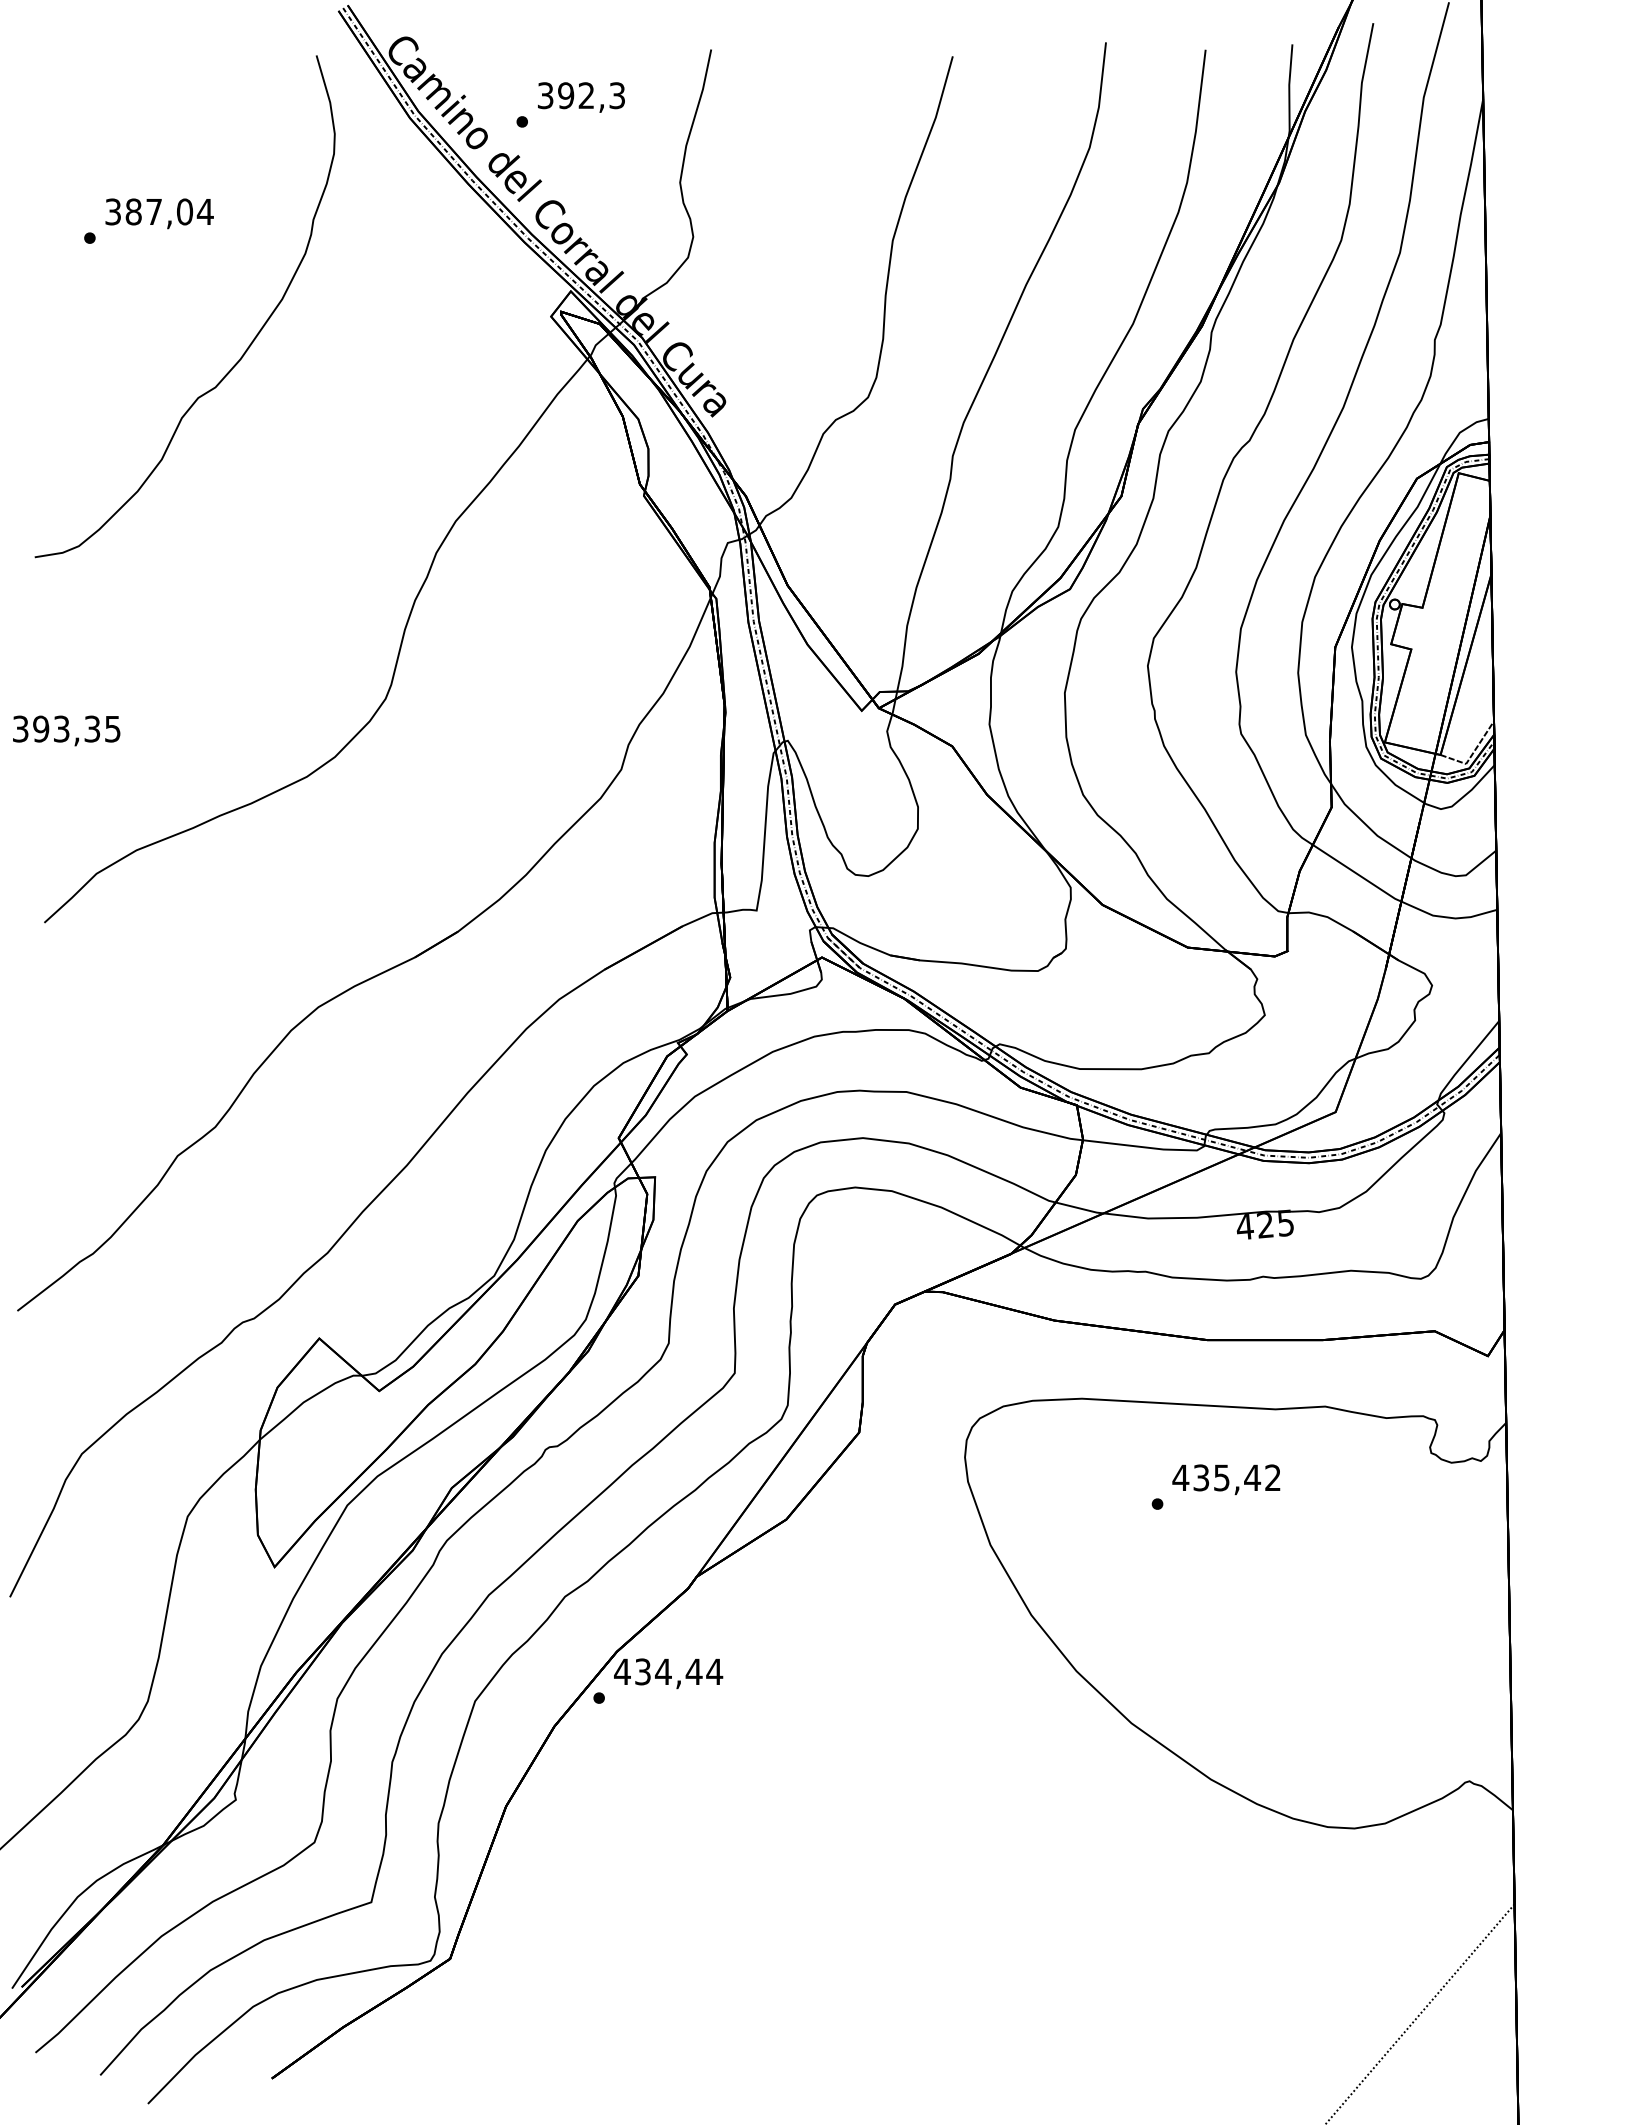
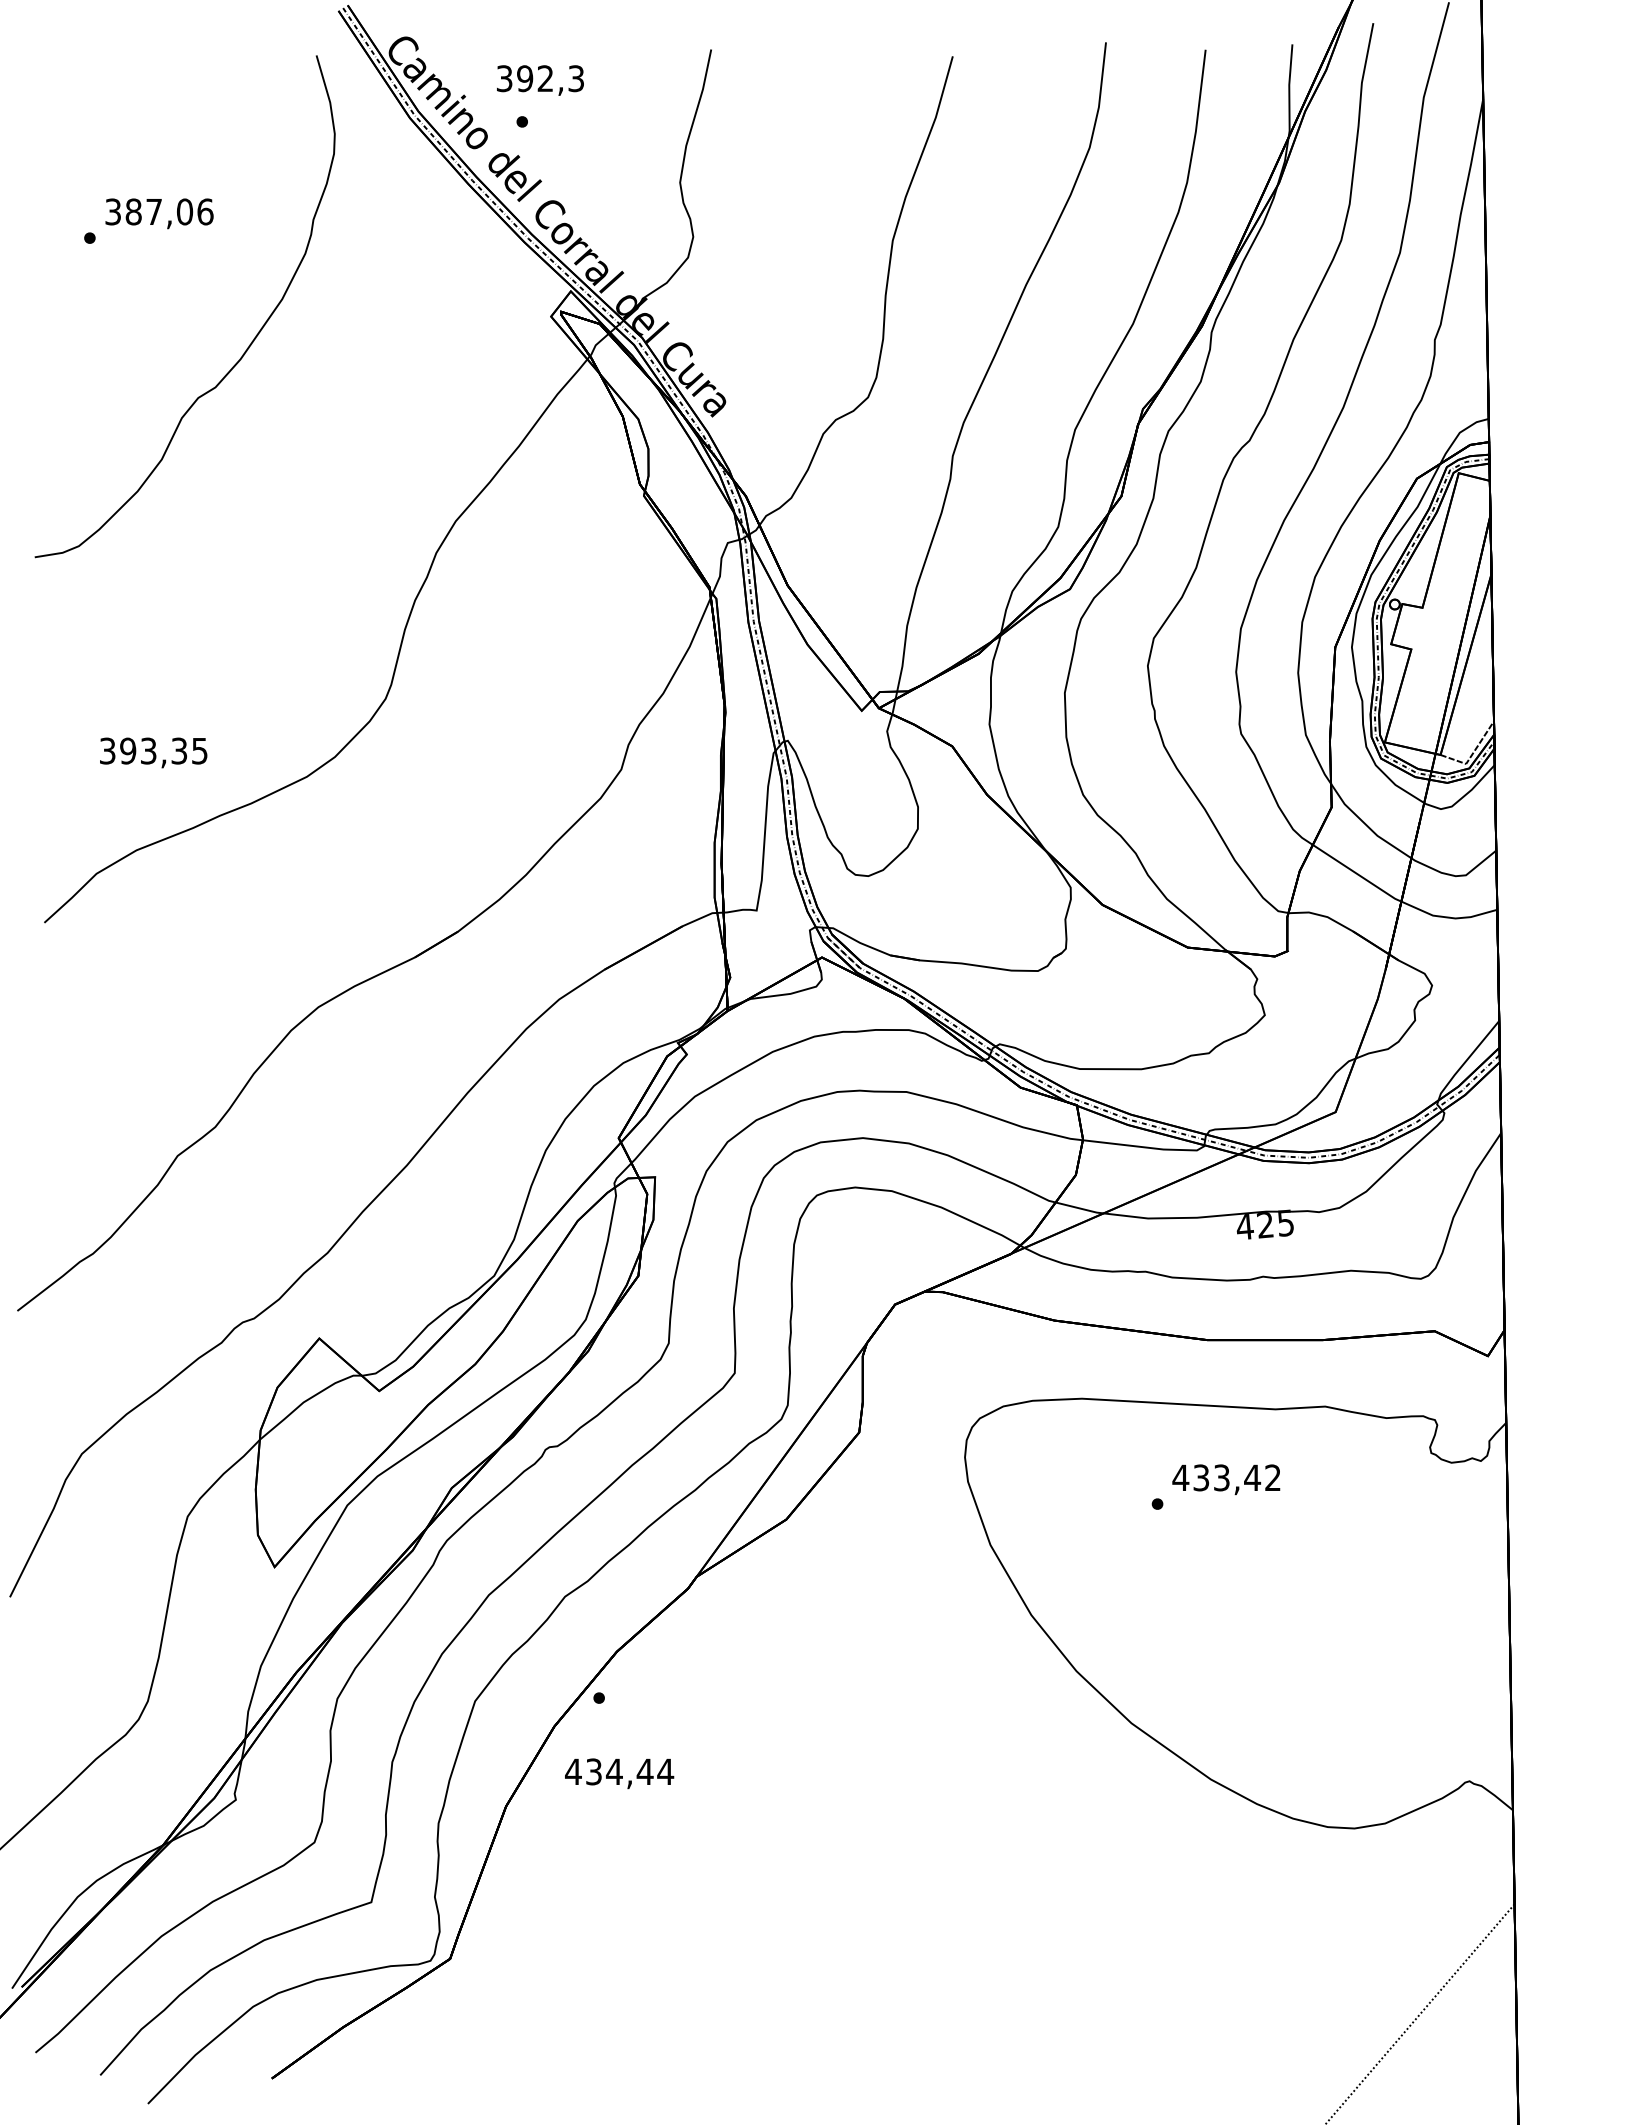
text at (581, 97) position: (581, 97) -> (540, 80)
text at (204, 211): 387,04 -> 387,06
text at (66, 730) position: (66, 730) -> (153, 752)
text at (1221, 1477): 435,42 -> 433,42
text at (668, 1673) position: (668, 1673) -> (619, 1773)
